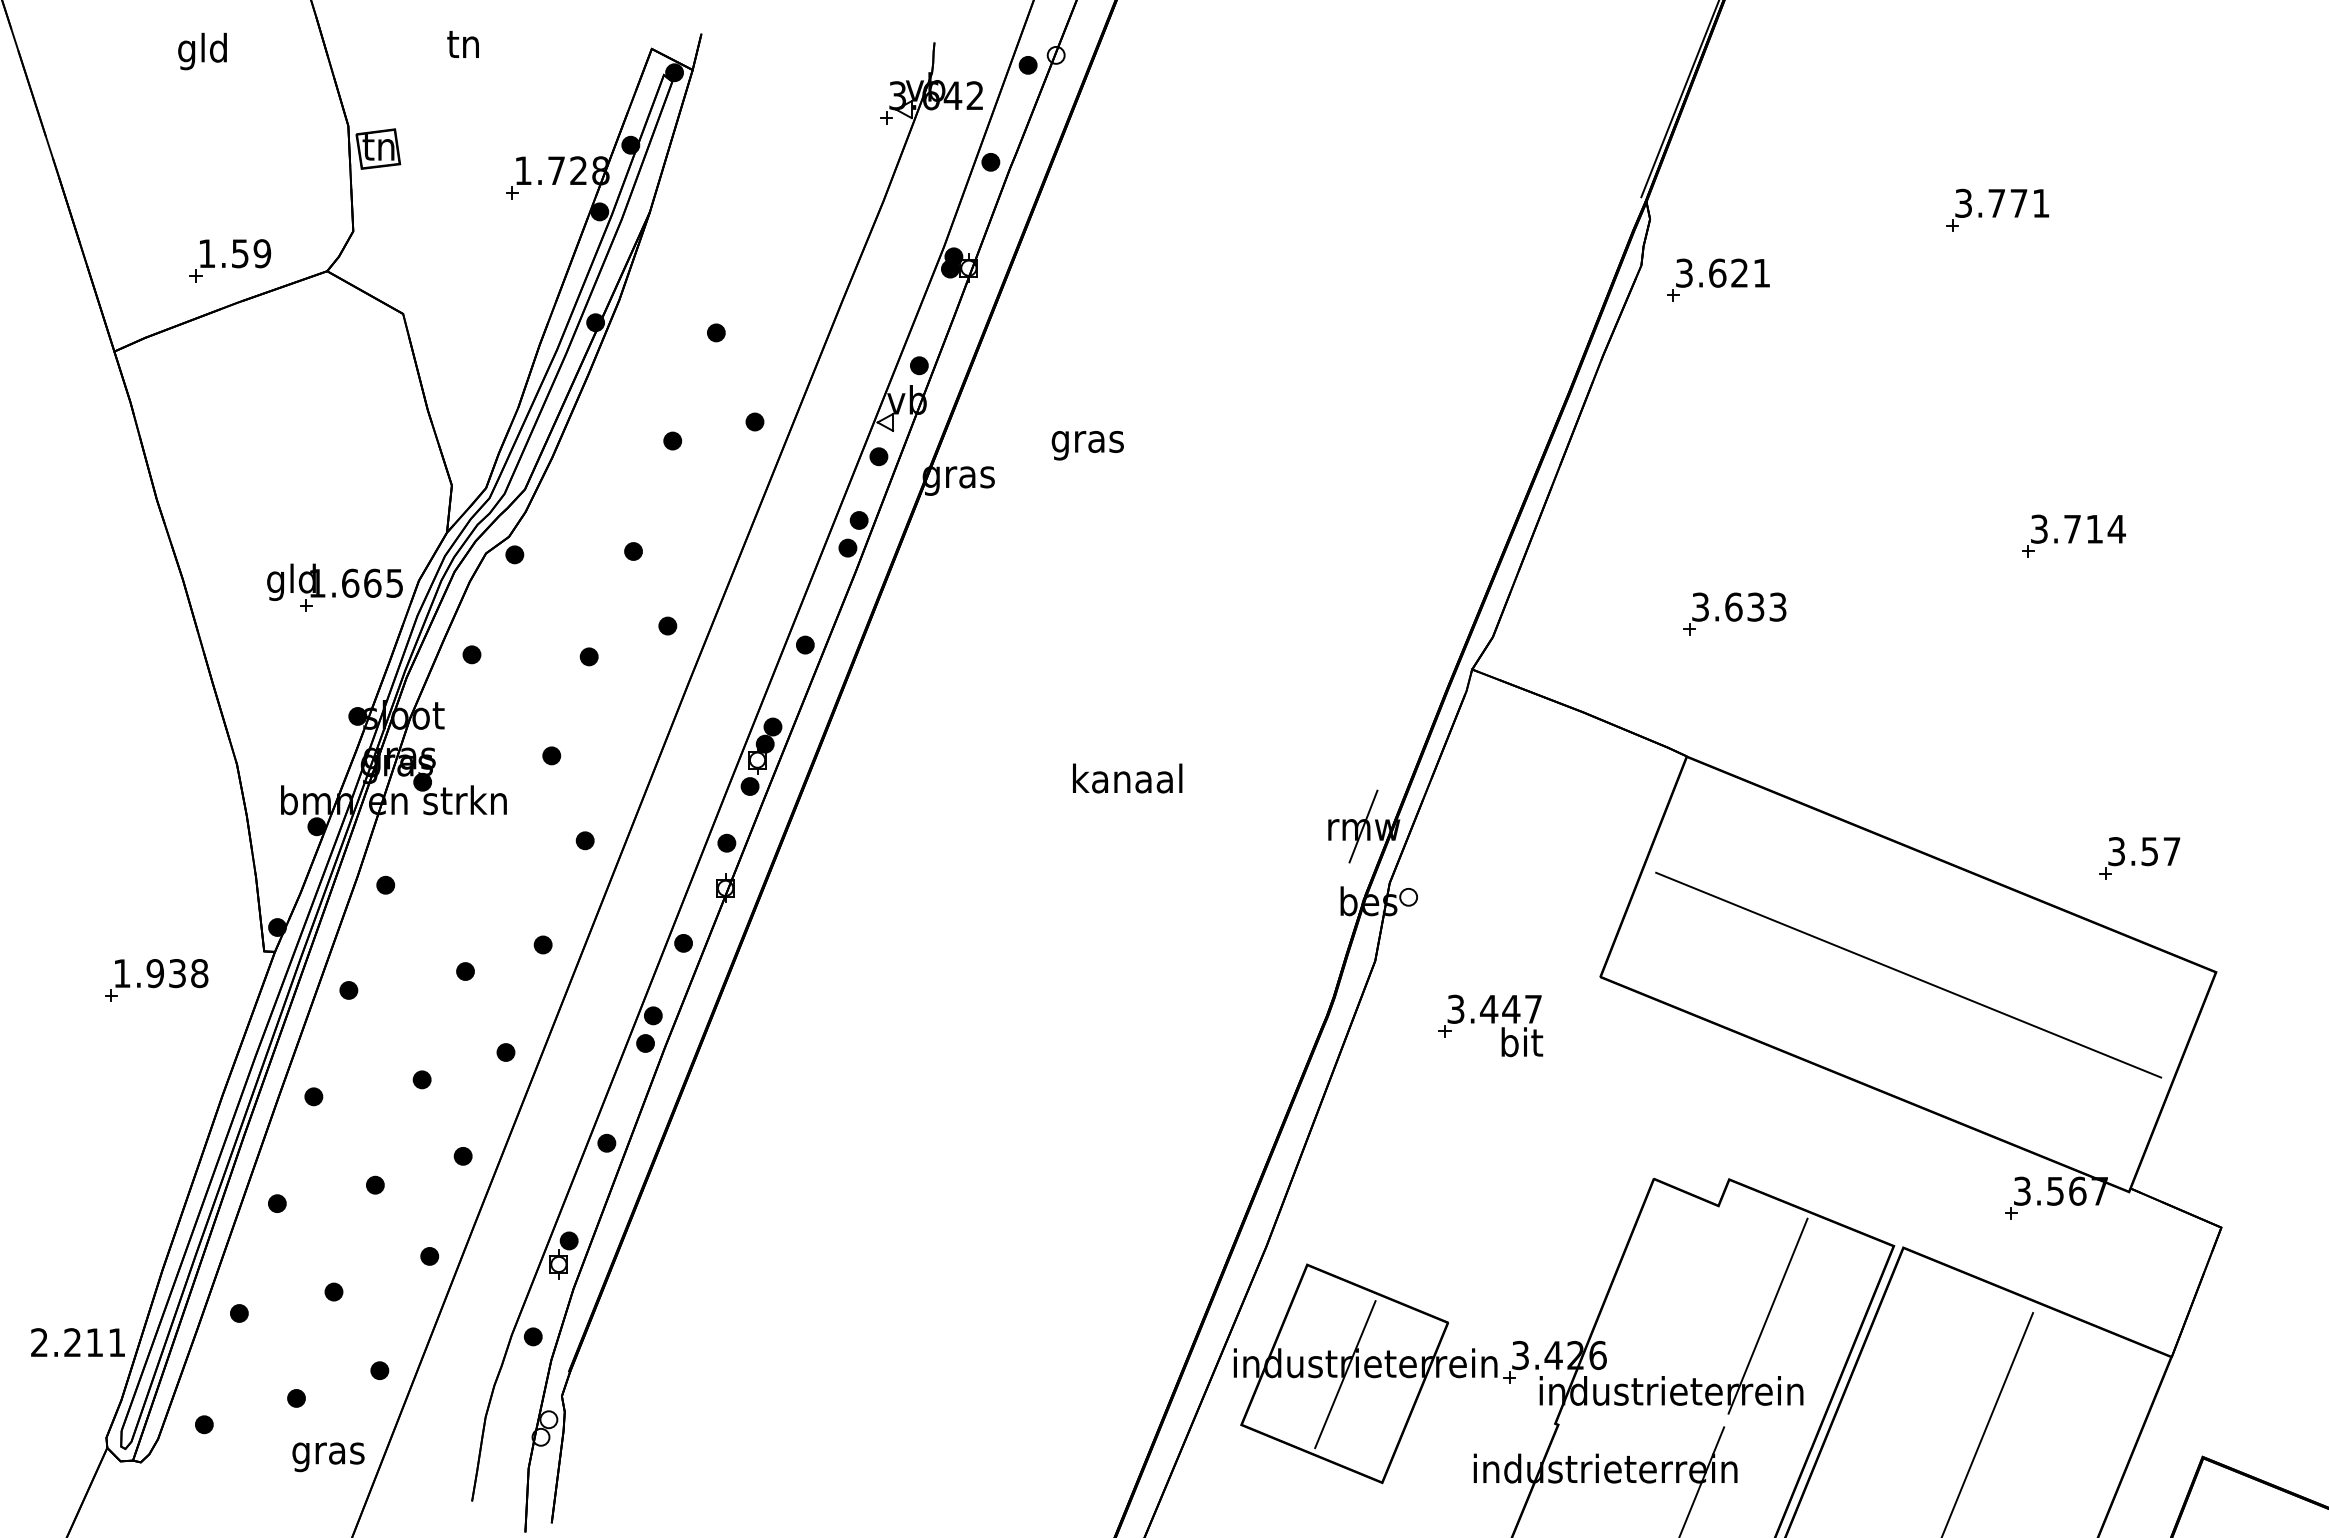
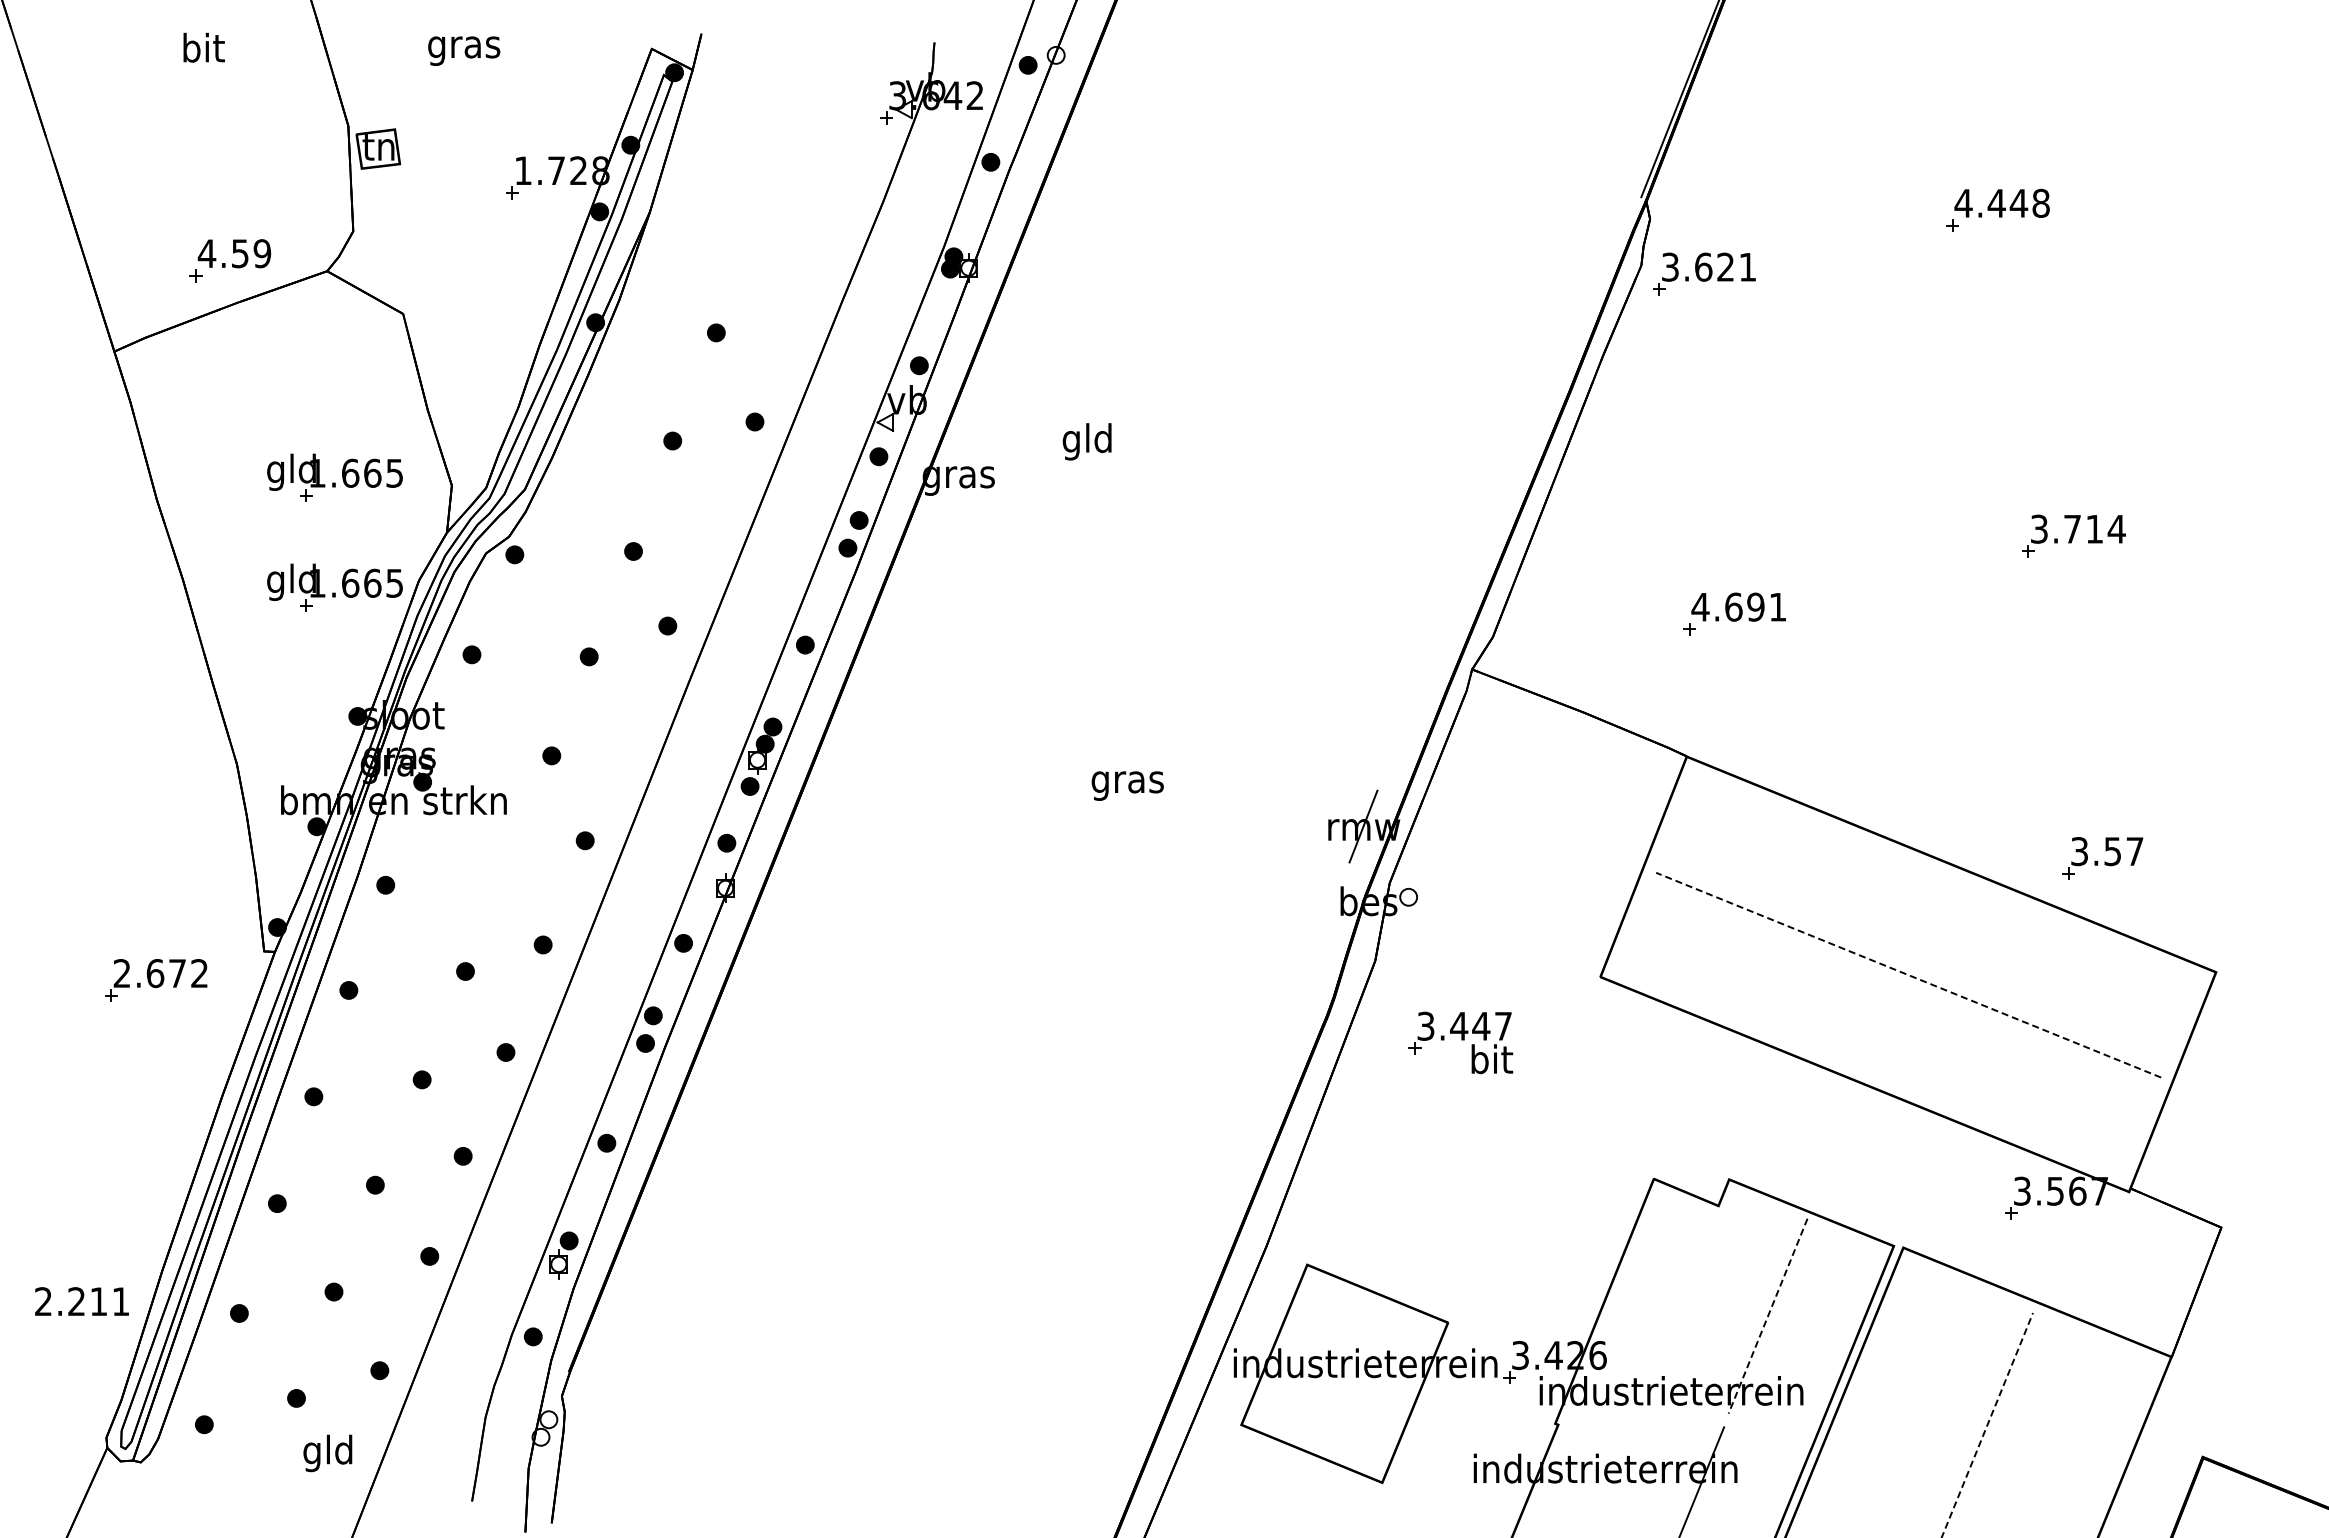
text at (464, 48): tn -> gras
text at (202, 51): gld -> bit
text at (2001, 202): 3.771 -> 4.448
text at (206, 253): 1.59 -> 4.59
part at (1718, 279) position: (1718, 279) -> (1704, 273)
text at (1087, 441): gras -> gld
part at (334, 477): none -> present
text at (1738, 606): 3.633 -> 4.691
text at (1127, 781): kanaal -> gras
part at (2139, 858) position: (2139, 858) -> (2102, 858)
text at (160, 973): 1.938 -> 2.672
line at (1908, 975): solid -> dashed
part at (1490, 1025) position: (1490, 1025) -> (1460, 1042)
line at (1767, 1316): solid -> dashed
text at (77, 1342) position: (77, 1342) -> (81, 1301)
line at (1345, 1374): present -> none
line at (1987, 1425): solid -> dashed
text at (328, 1453): gras -> gld
